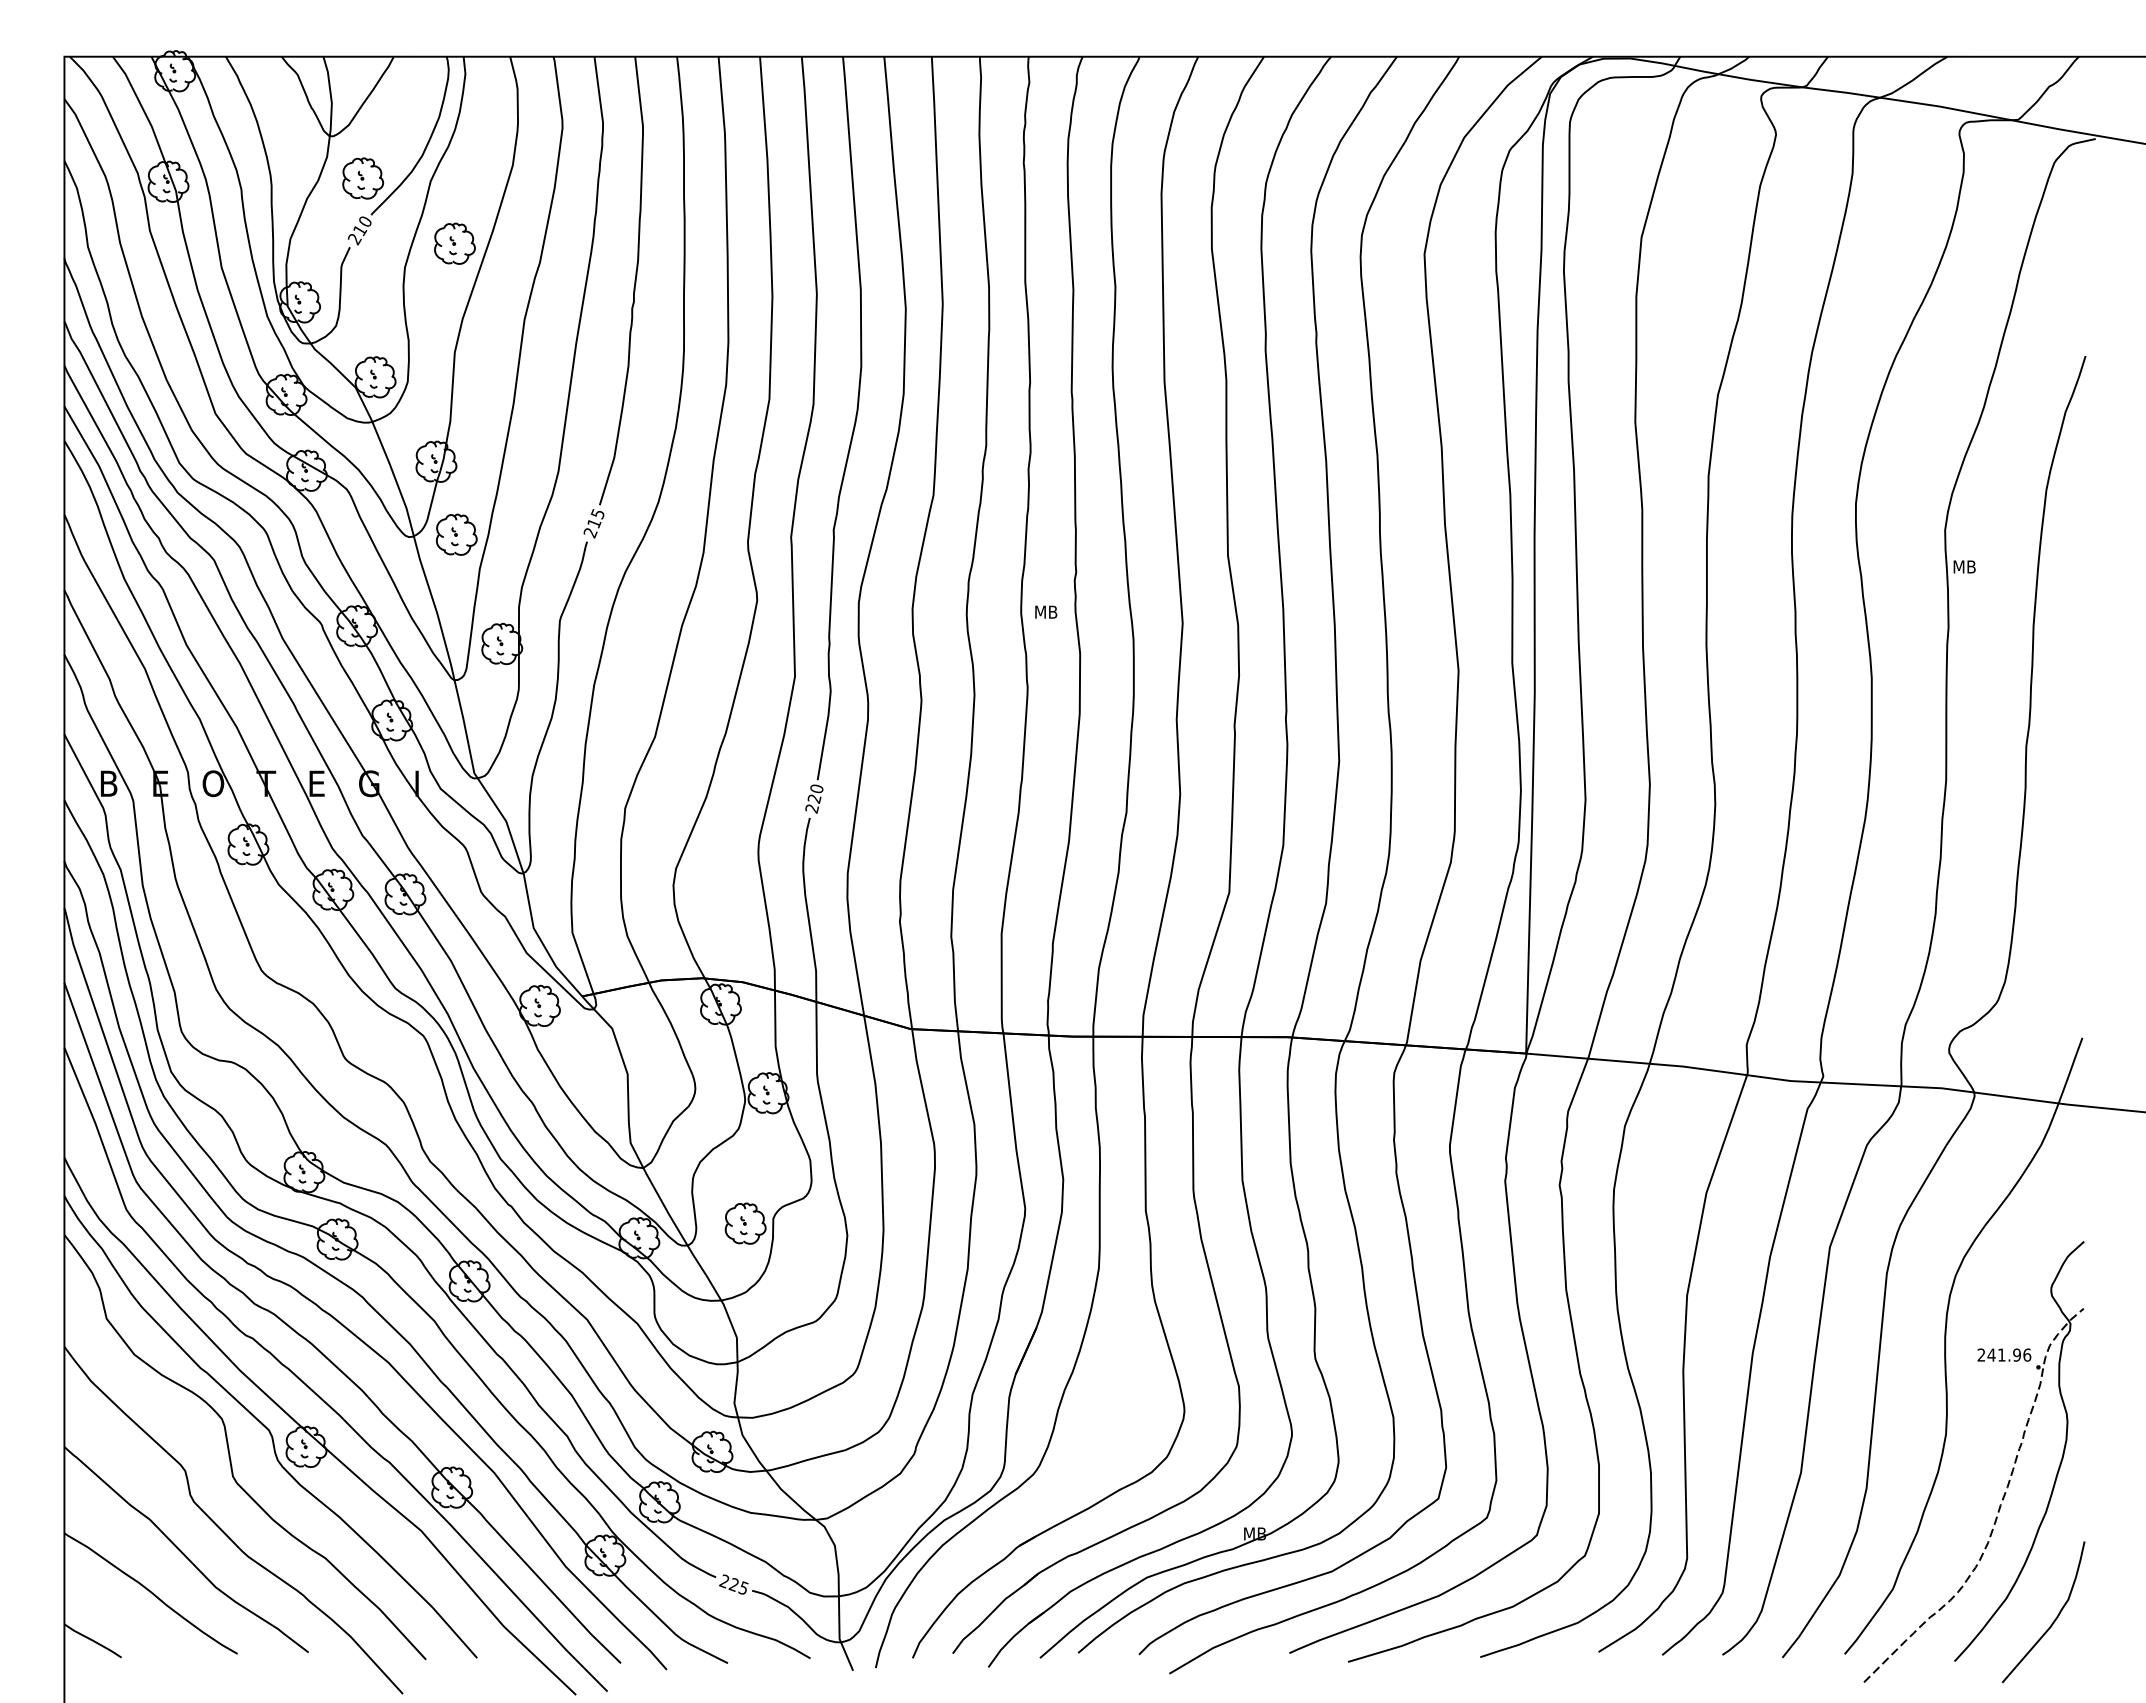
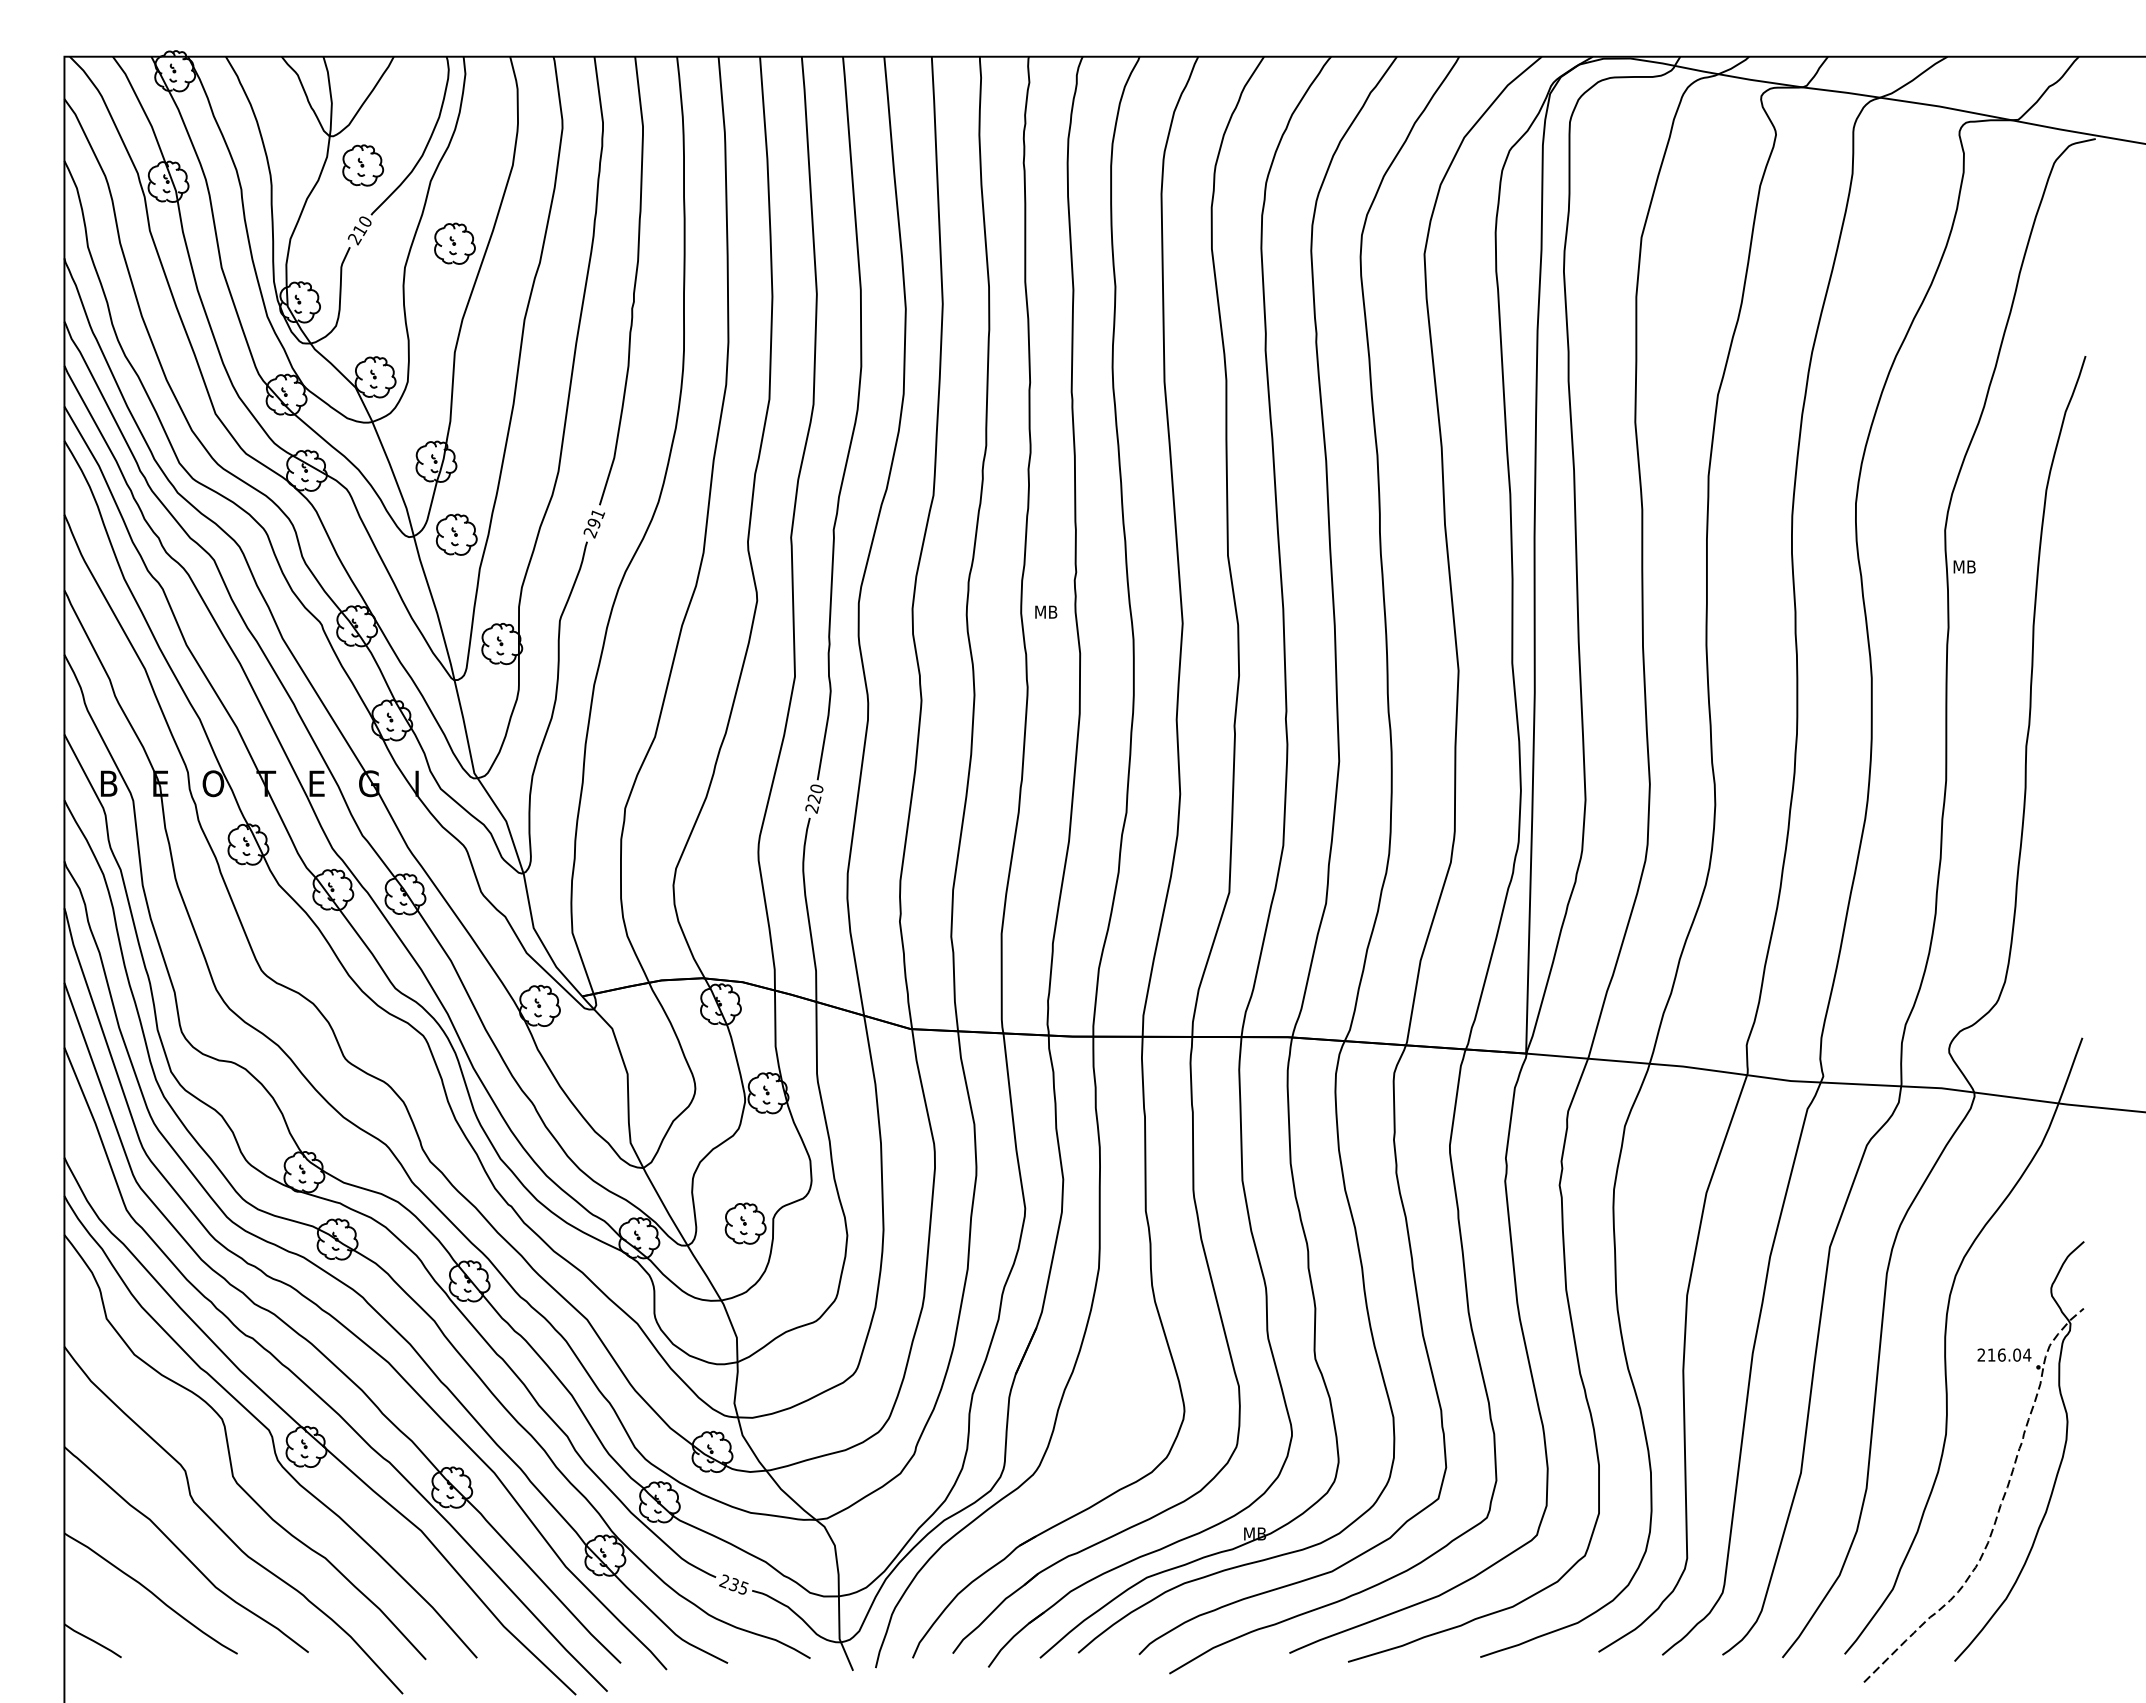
part at (363, 178) position: (363, 178) -> (363, 165)
text at (596, 518): 215 -> 291
text at (2009, 1354): 241.96 -> 216.04
text at (733, 1584): 225 -> 235
curve at (2053, 1620): present -> none
